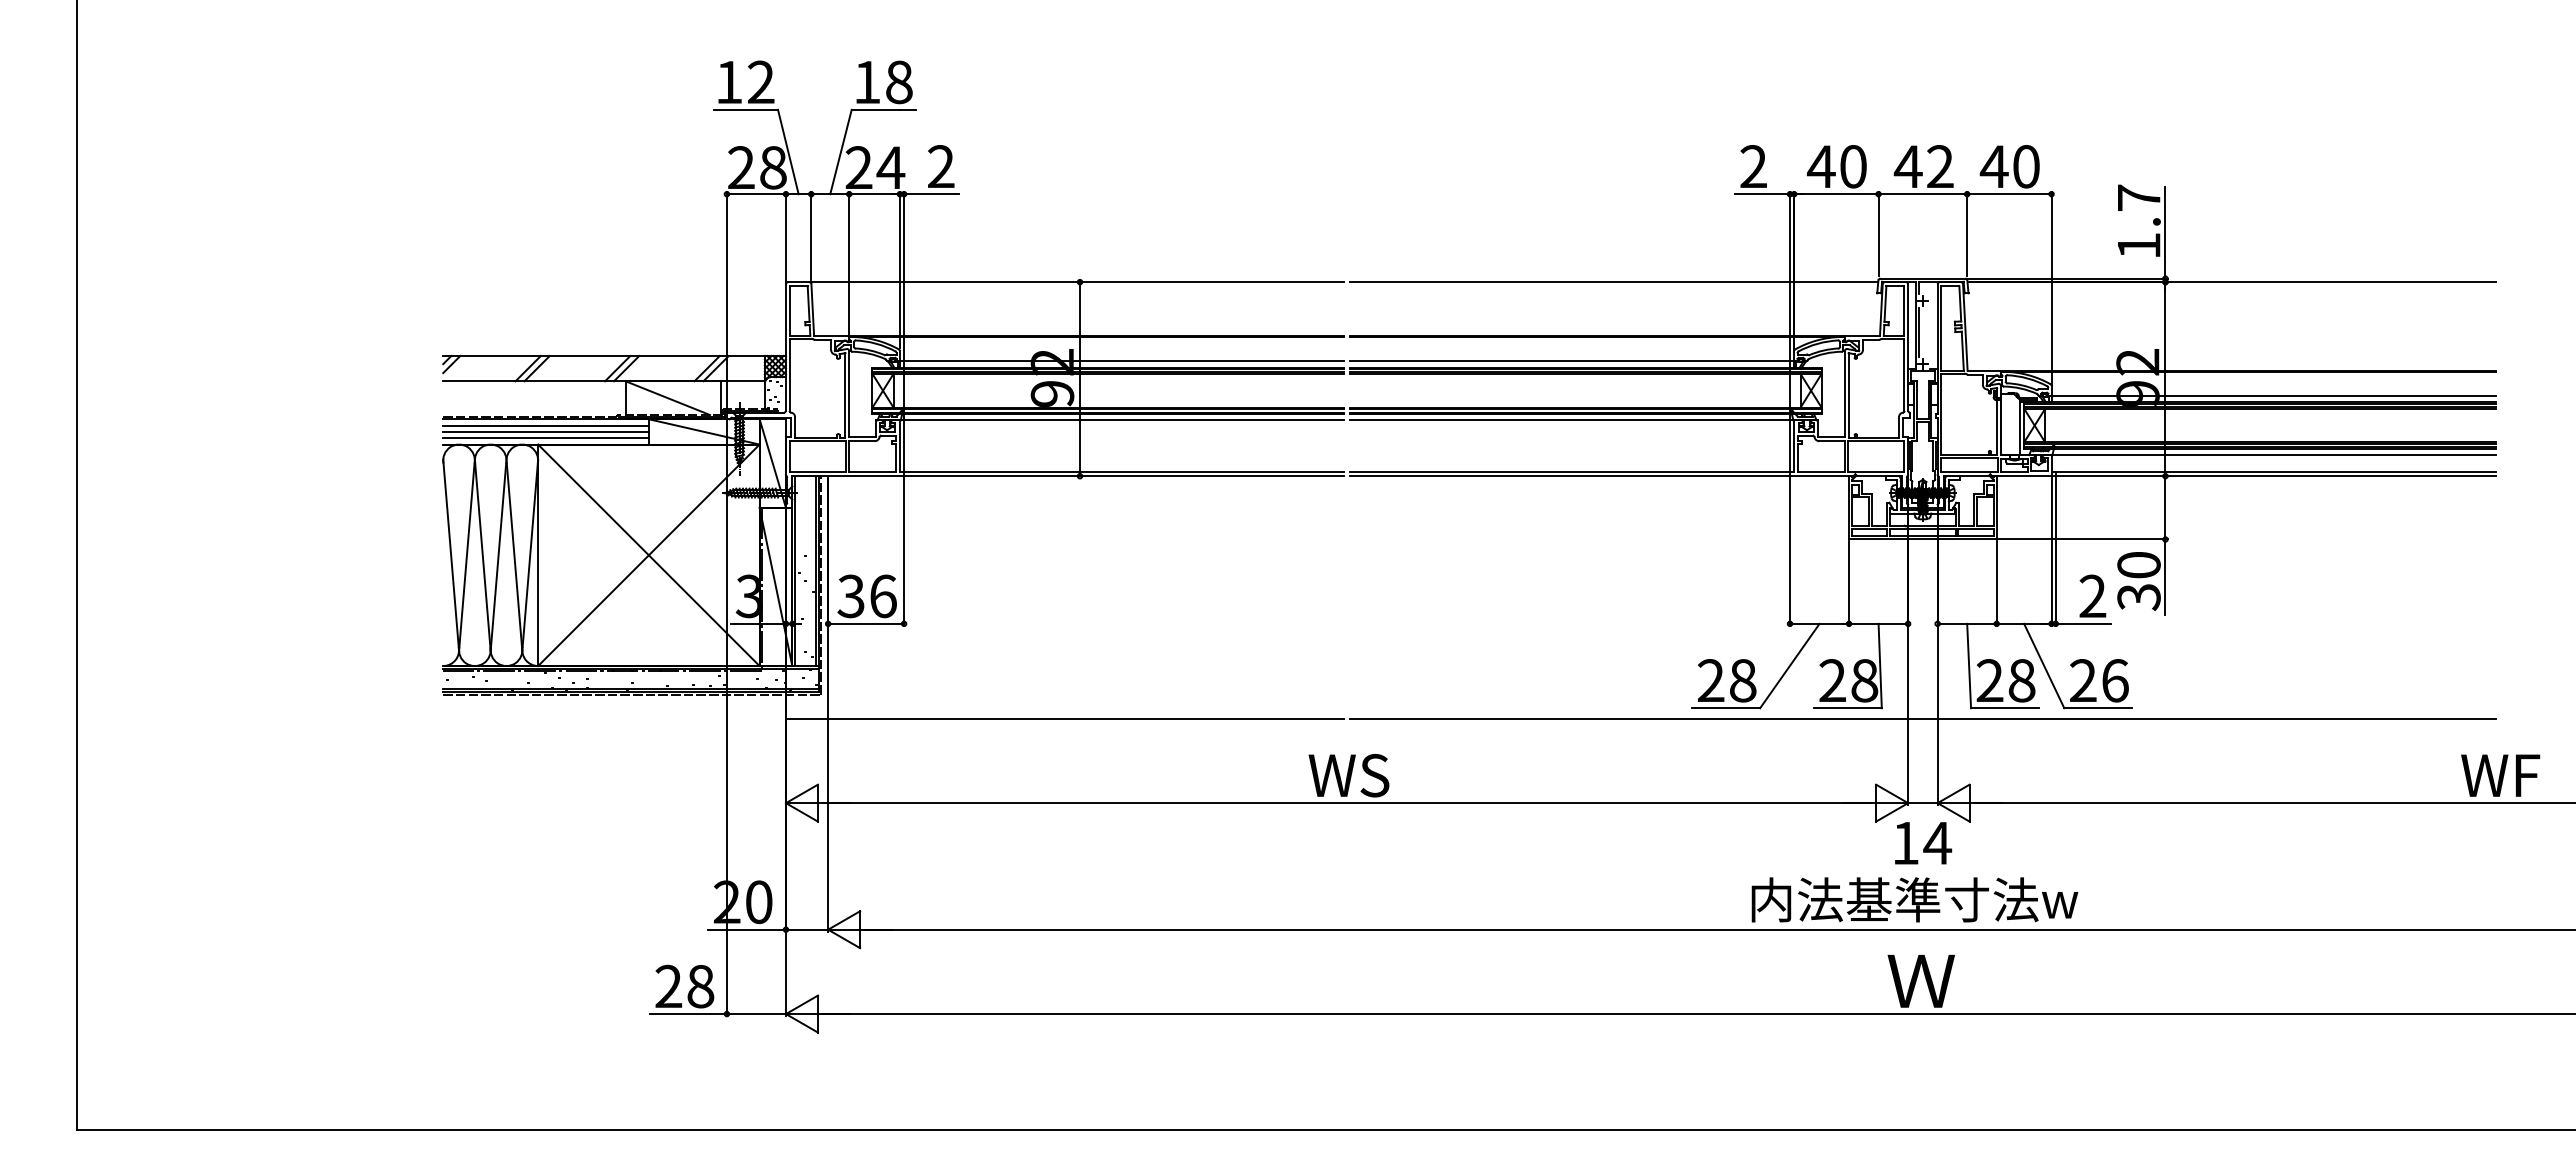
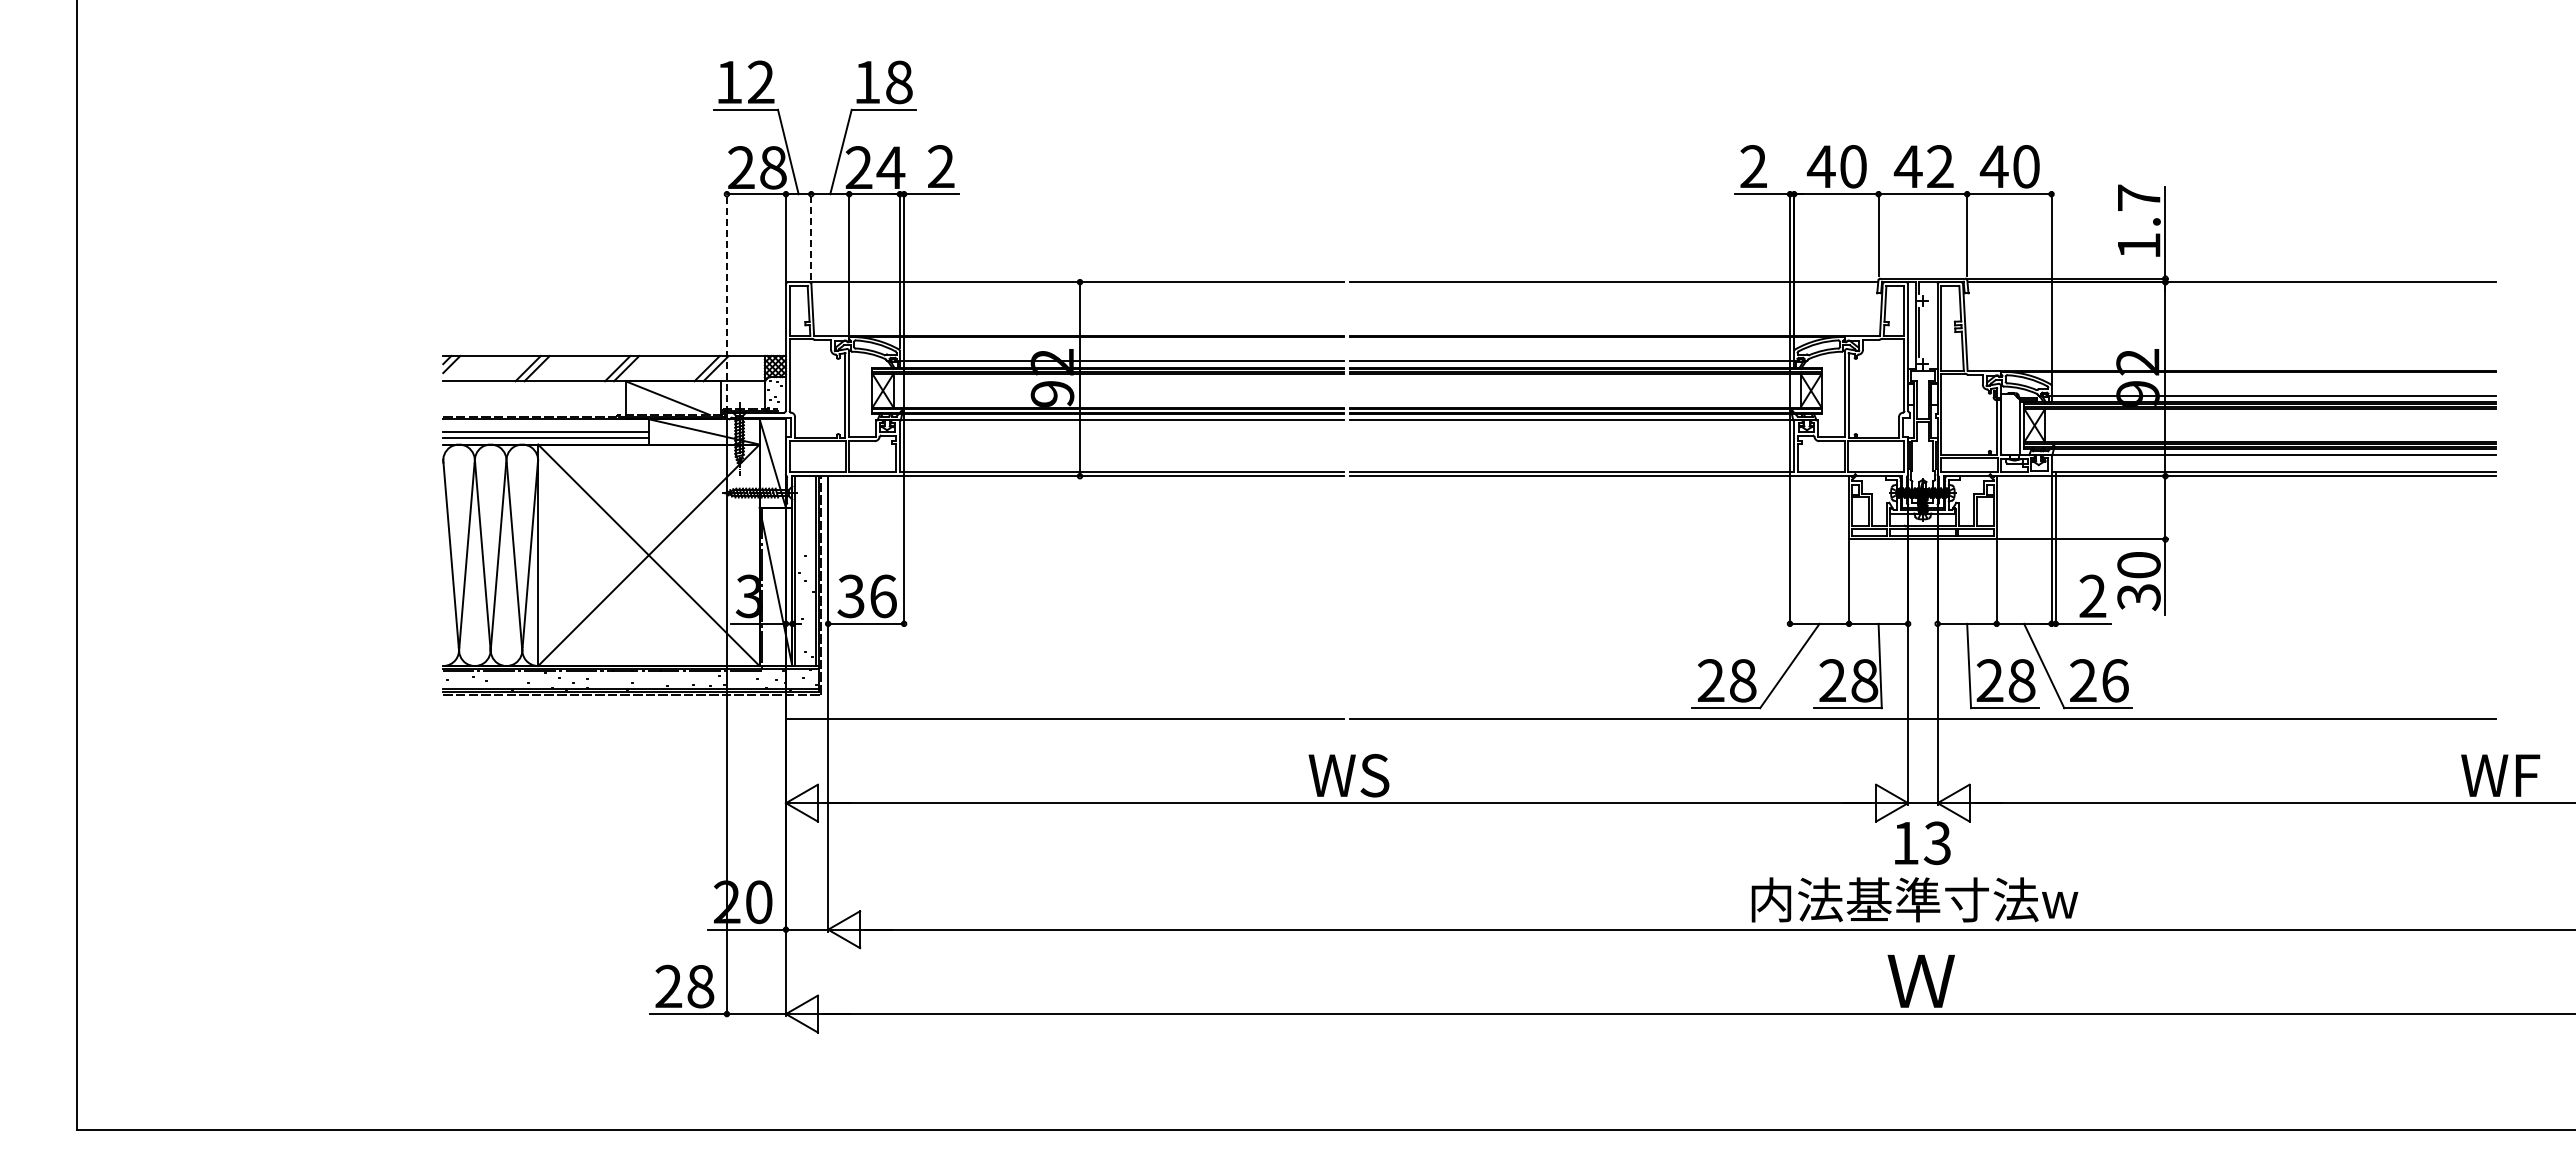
line at (811, 236): solid -> dashed
line at (726, 302): solid -> dashed
line at (545, 425): present -> none
text at (1937, 843): 14 -> 13
